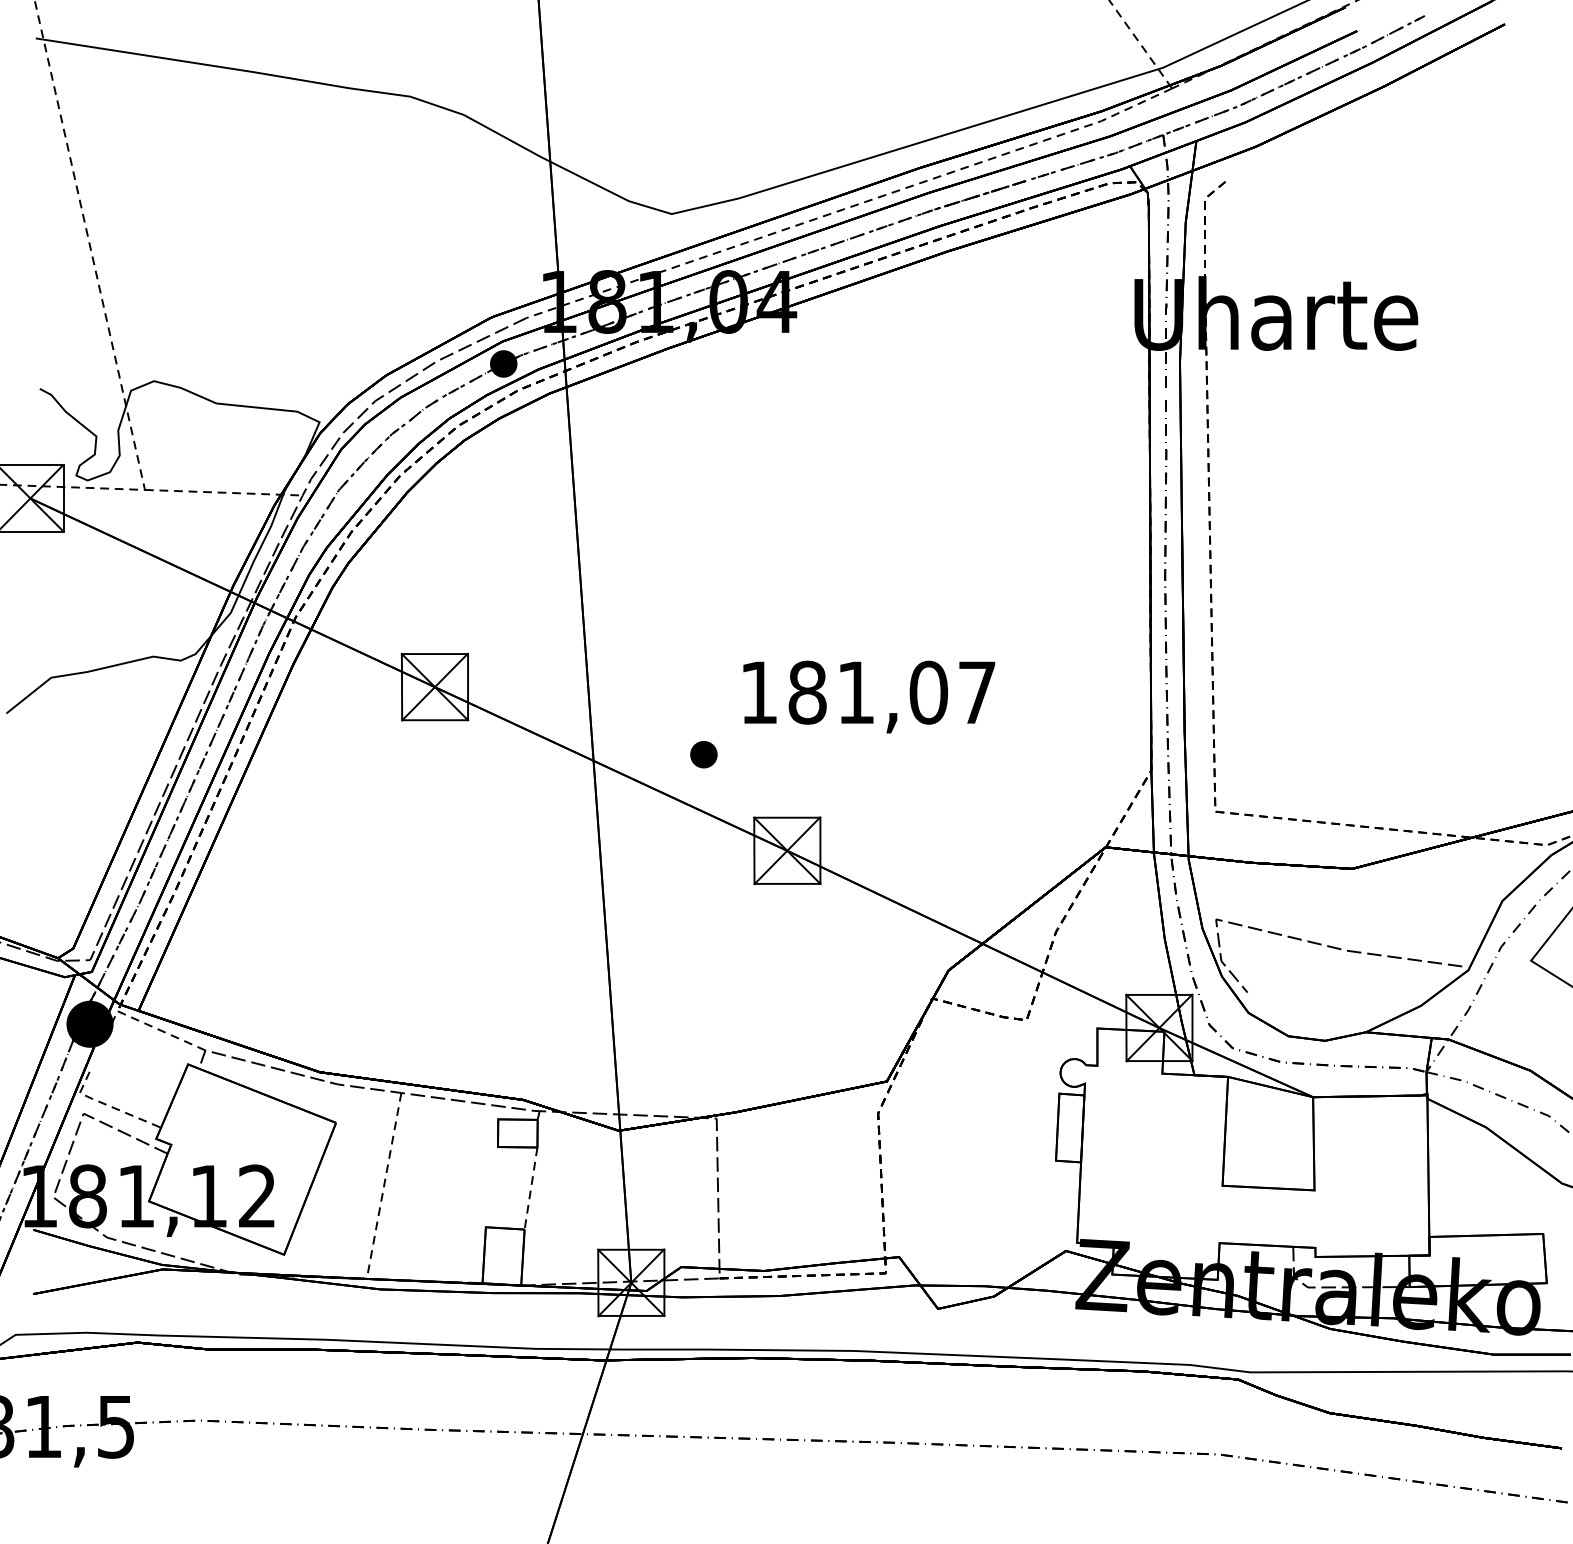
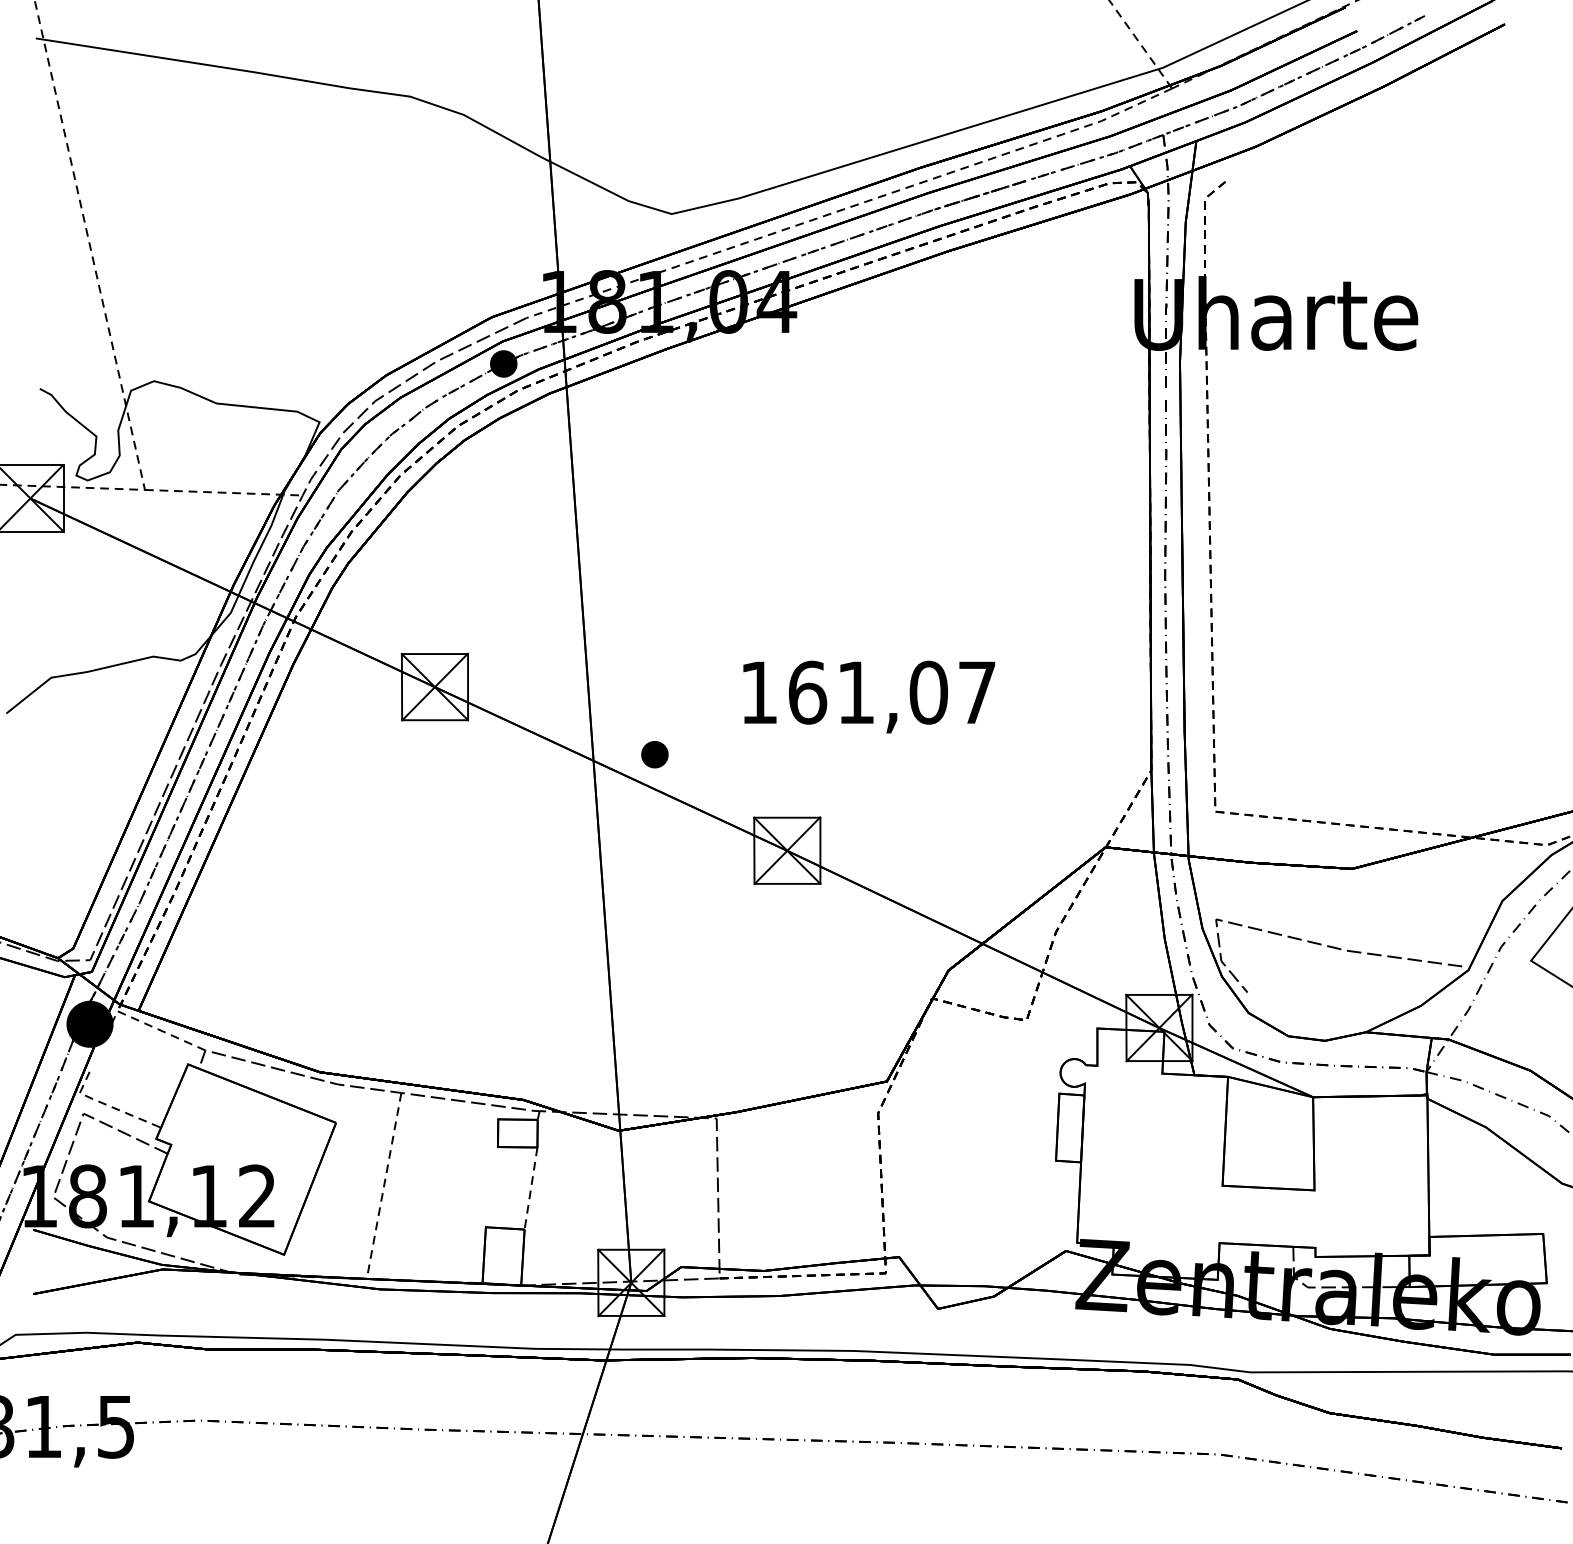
text at (807, 692): 181,07 -> 161,07
part at (703, 754) position: (703, 754) -> (654, 754)
